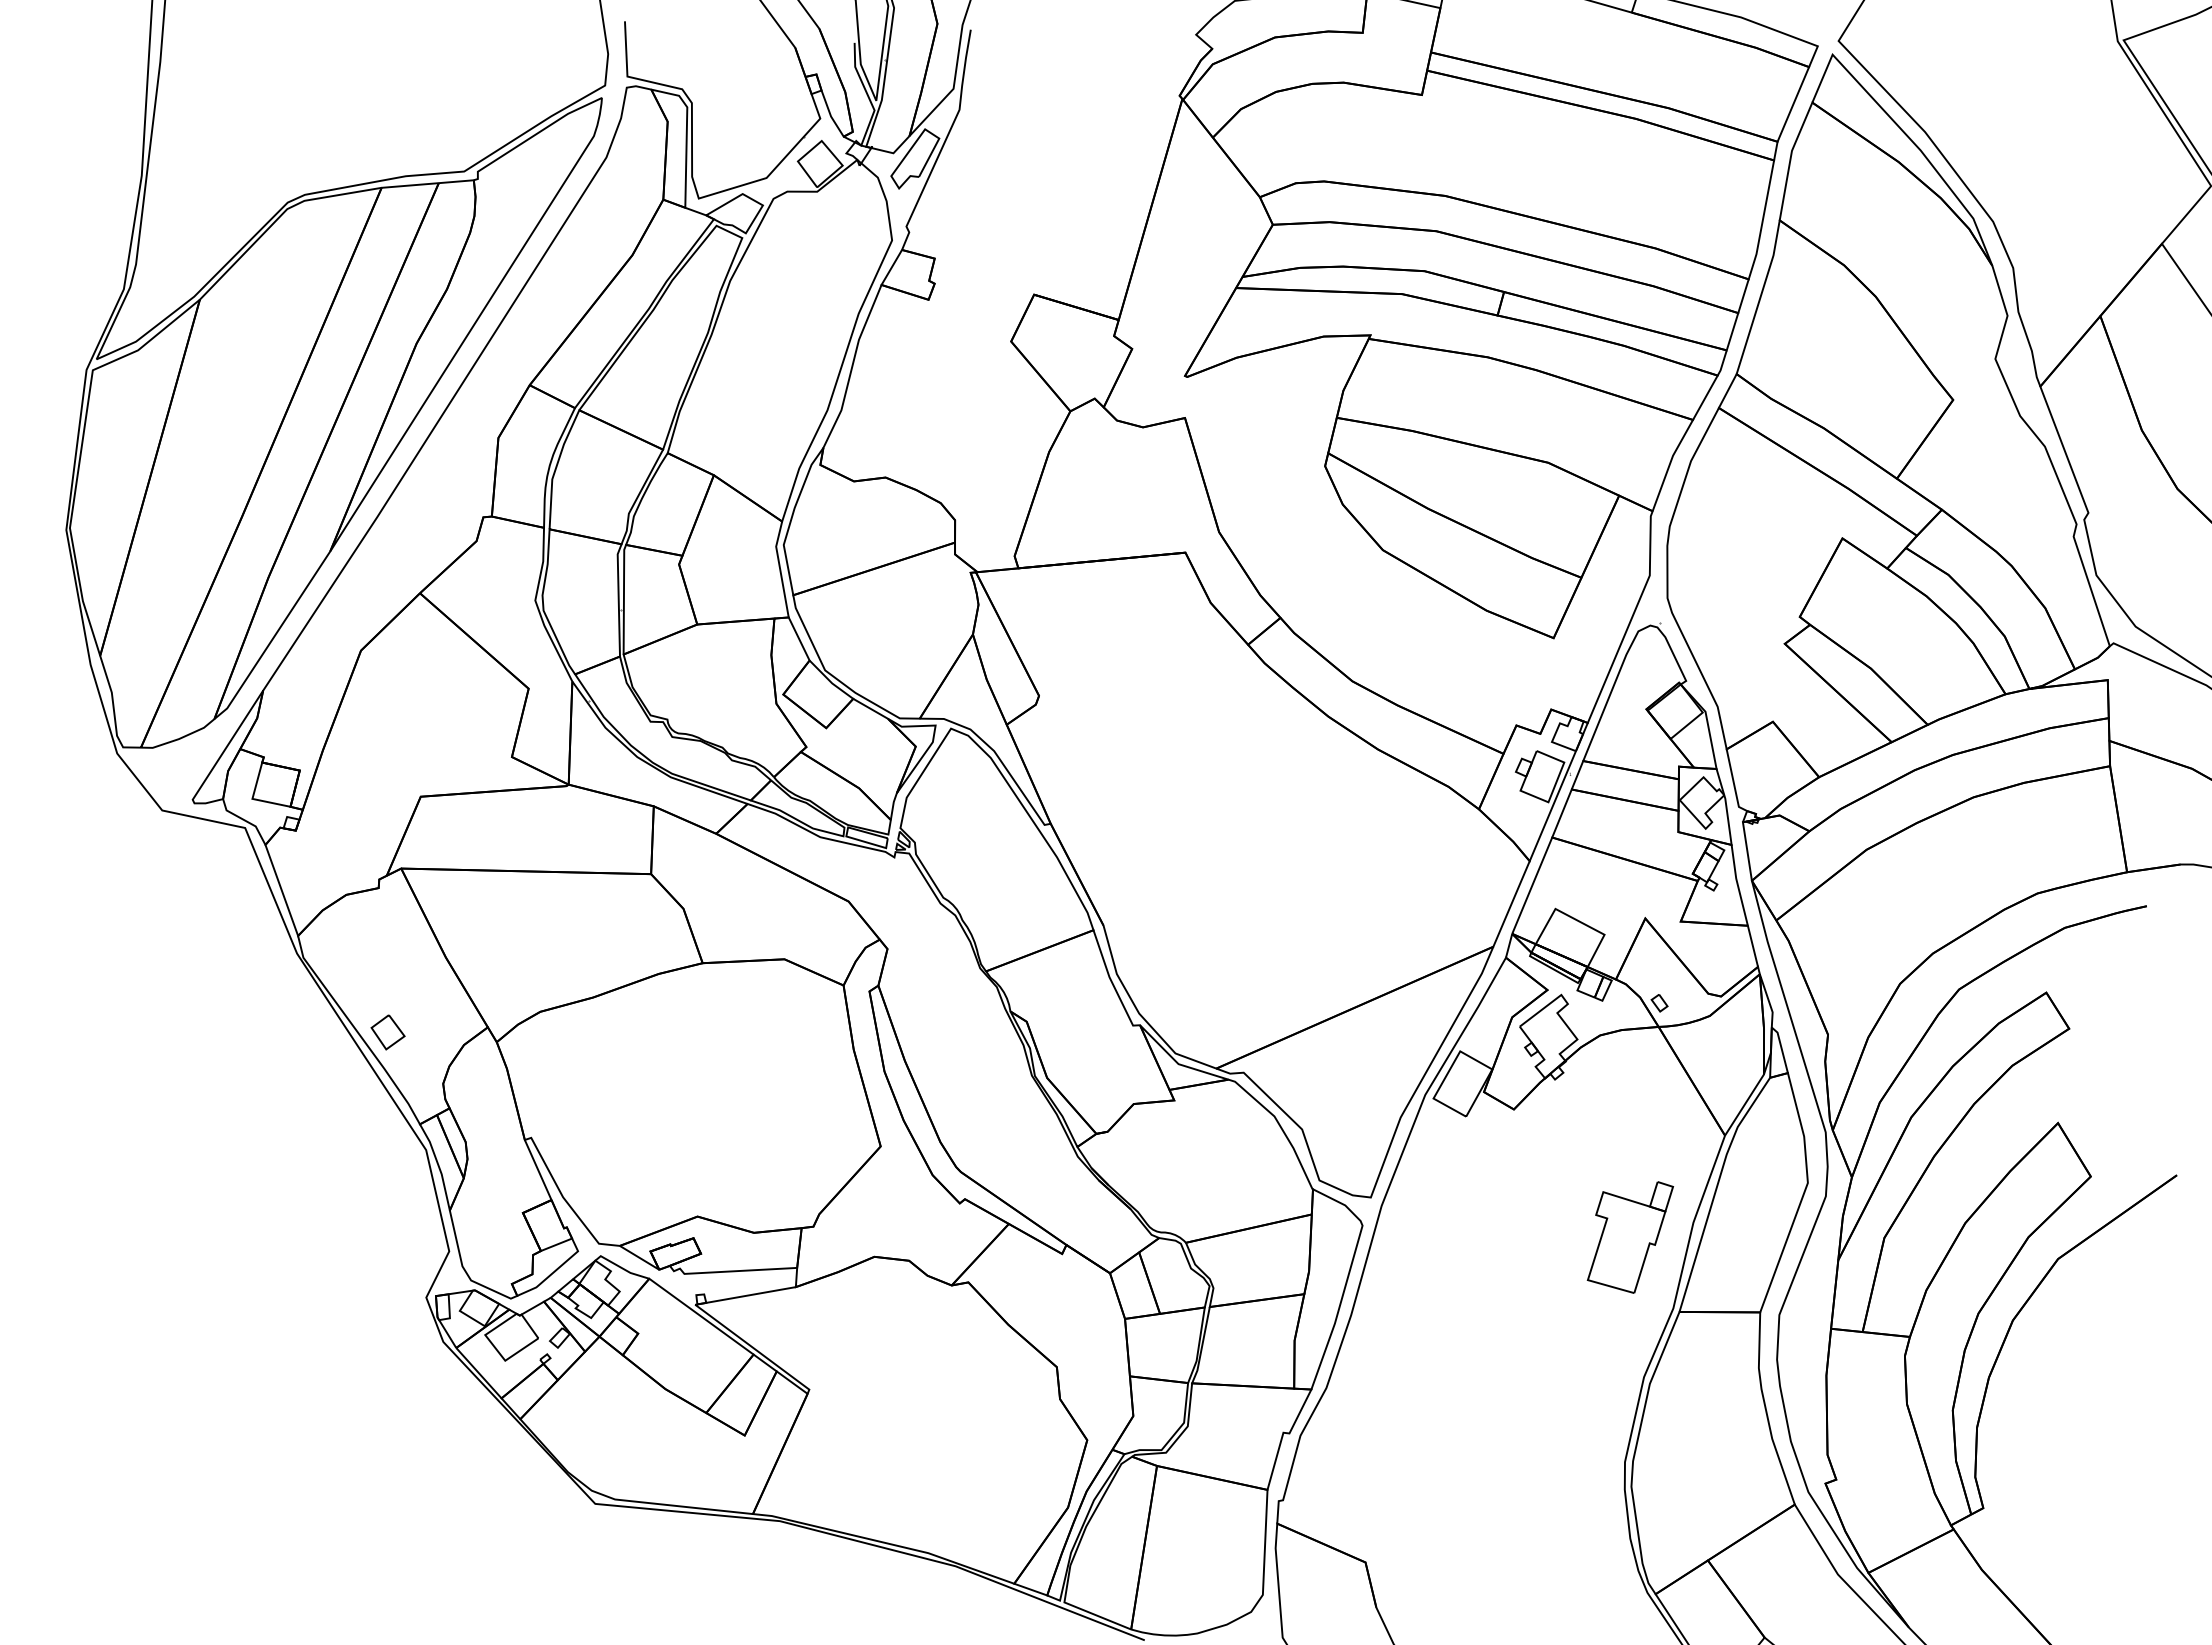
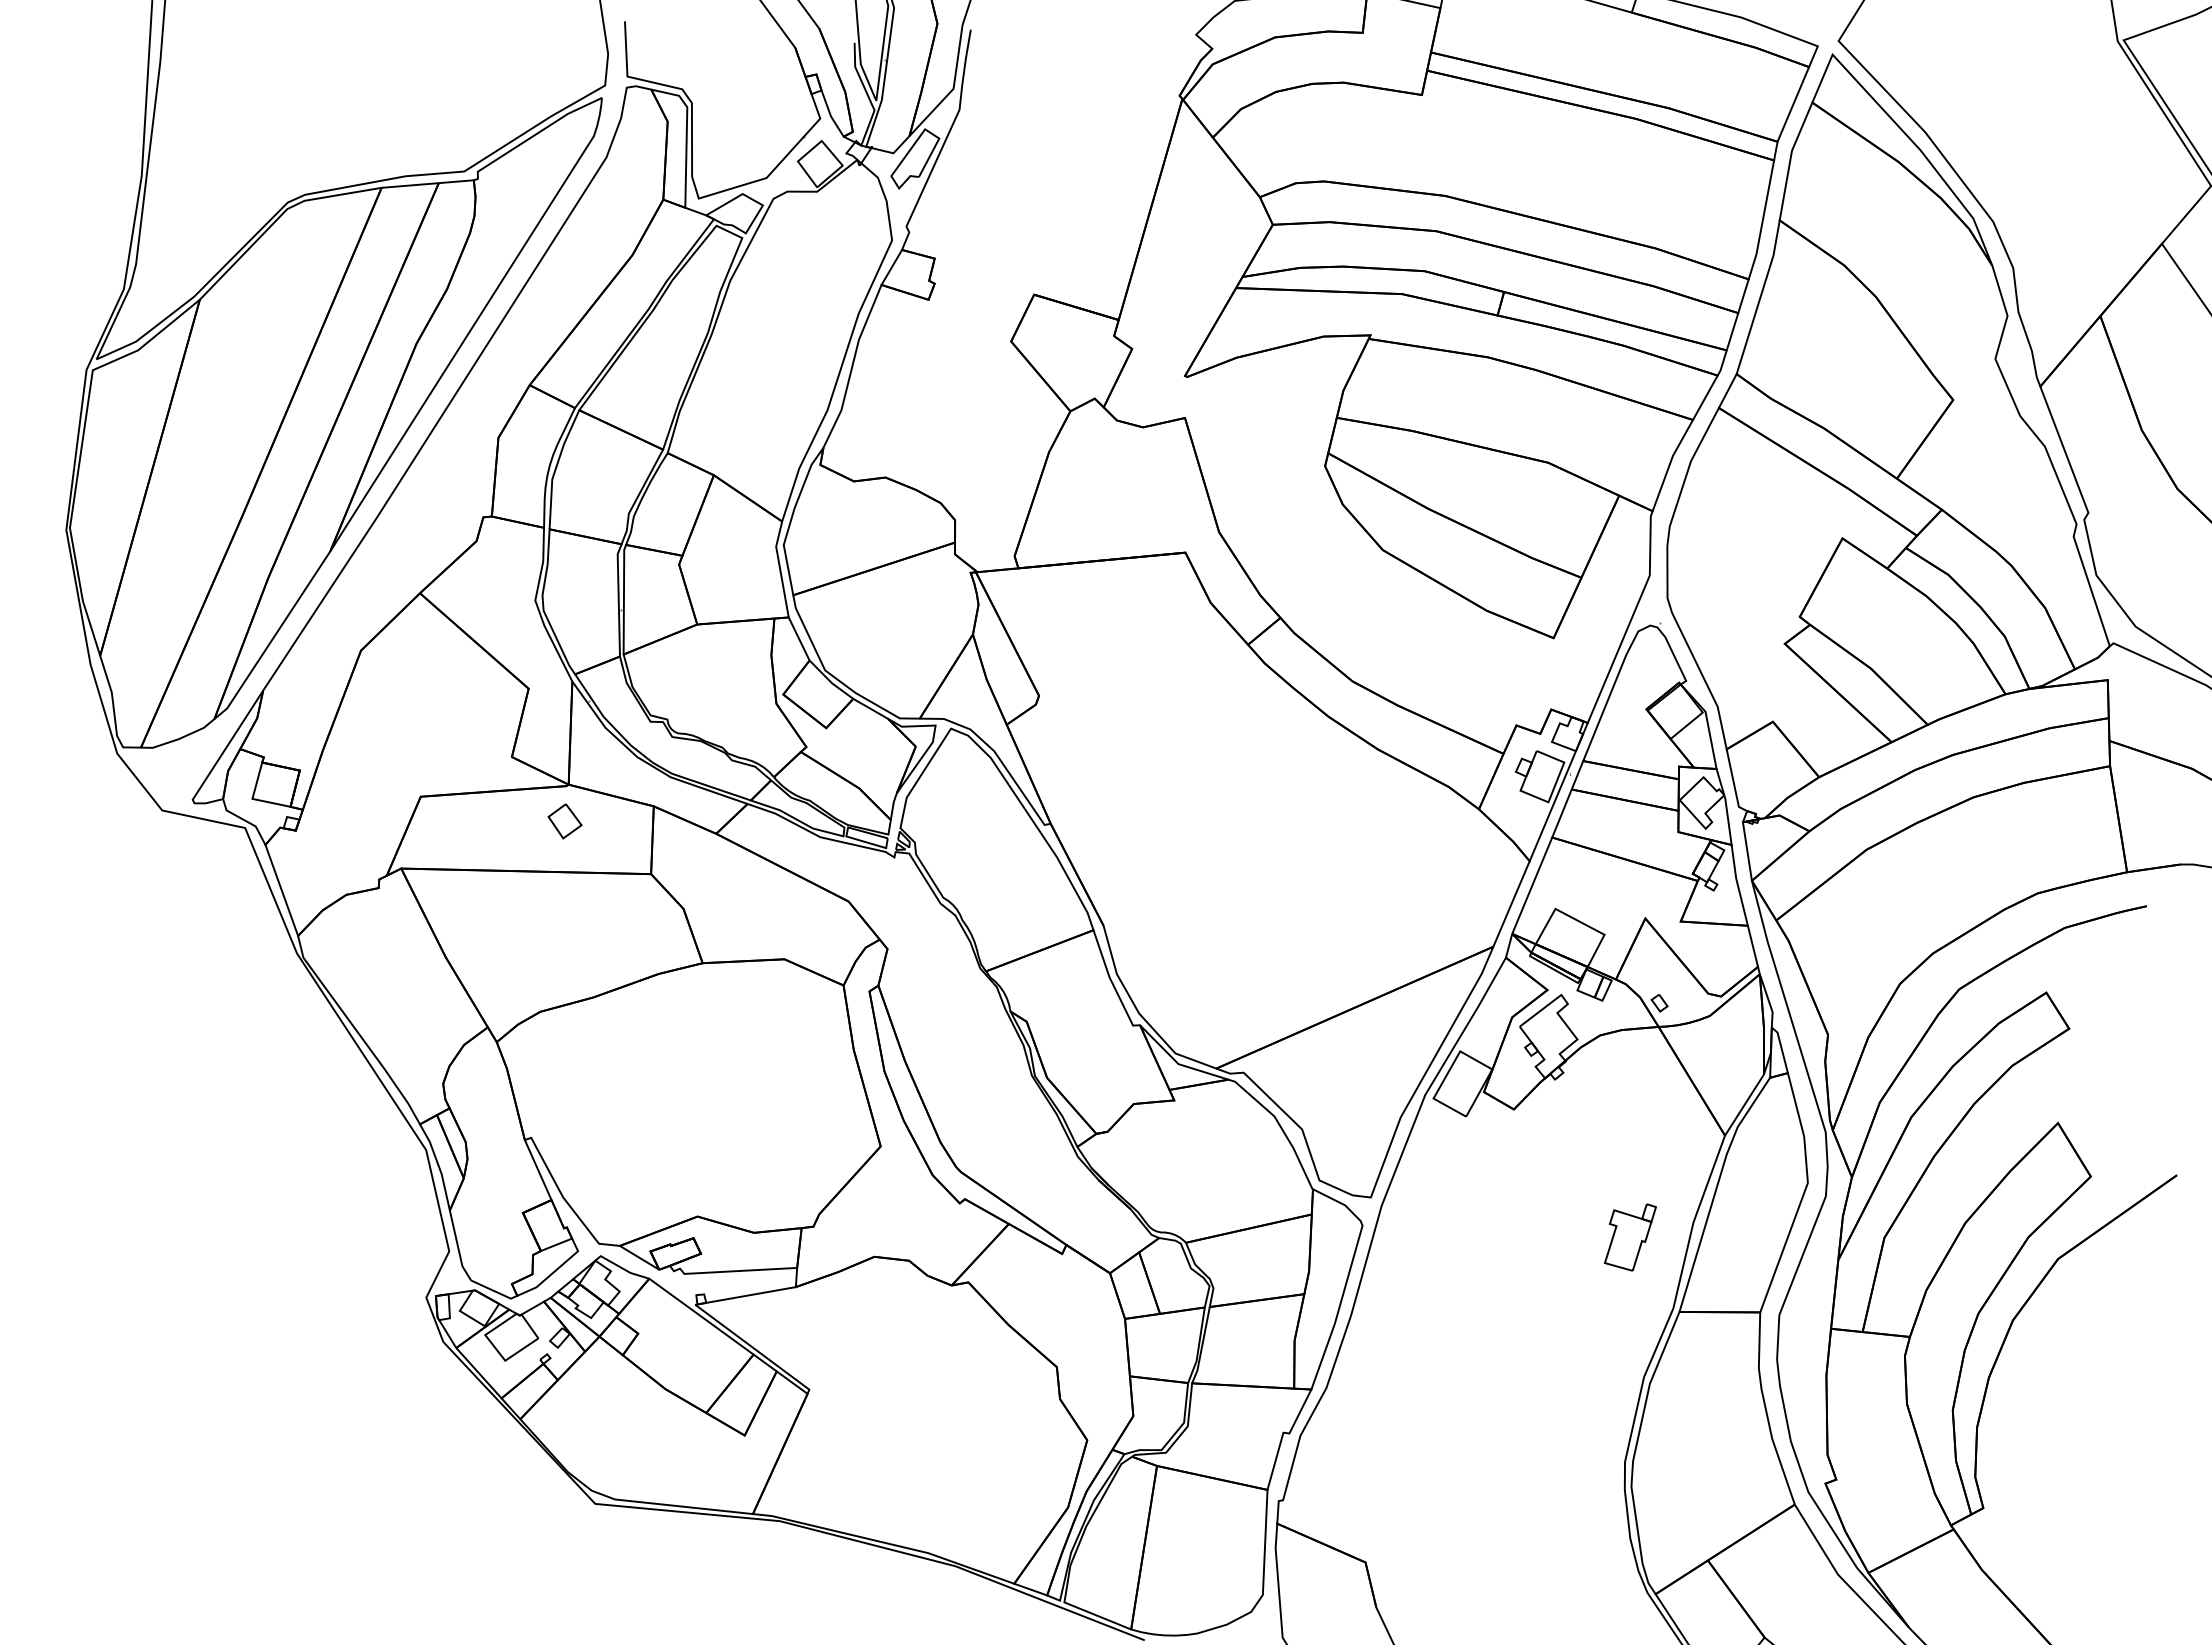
part at (387, 1032) position: (387, 1032) -> (564, 821)
part at (1630, 1237) size: 89x113 px -> 53x69 px
